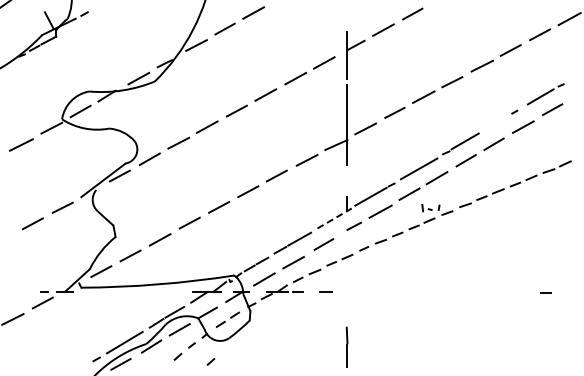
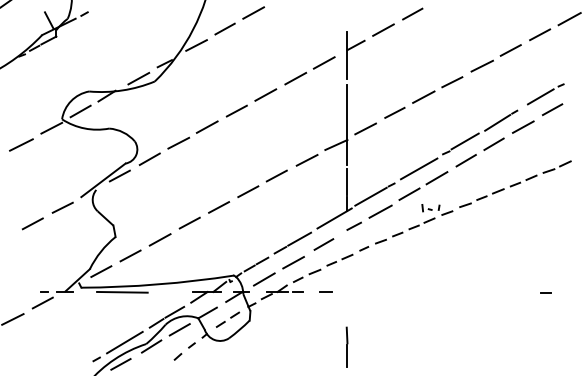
line at (497, 122): none -> present
line at (347, 181): none -> present
line at (334, 218): dashed -> solid
line at (122, 291): none -> present
line at (210, 361): present -> none
